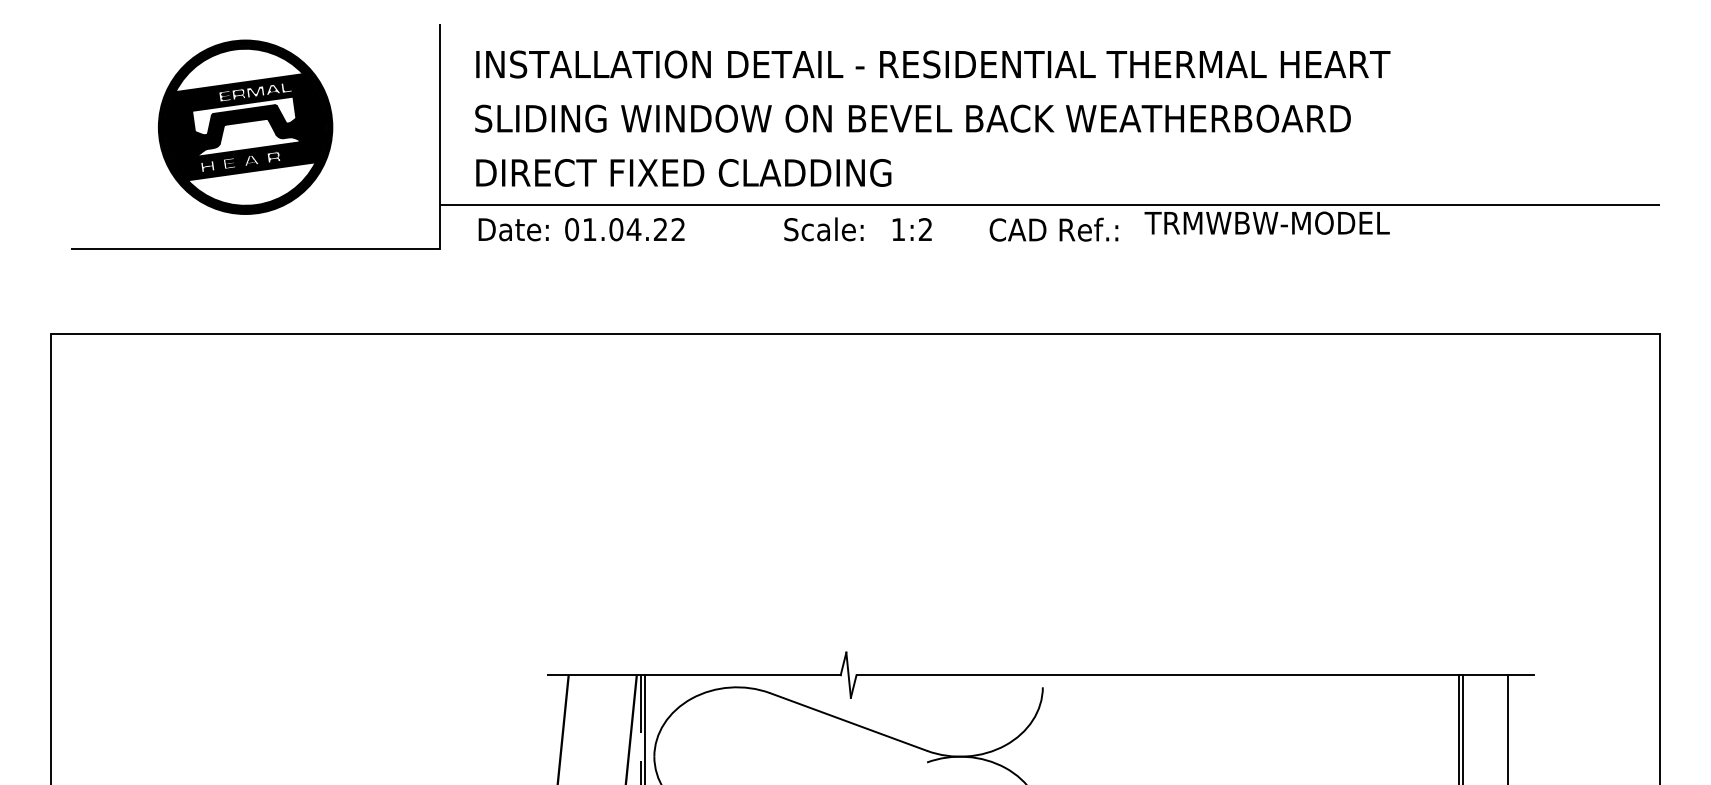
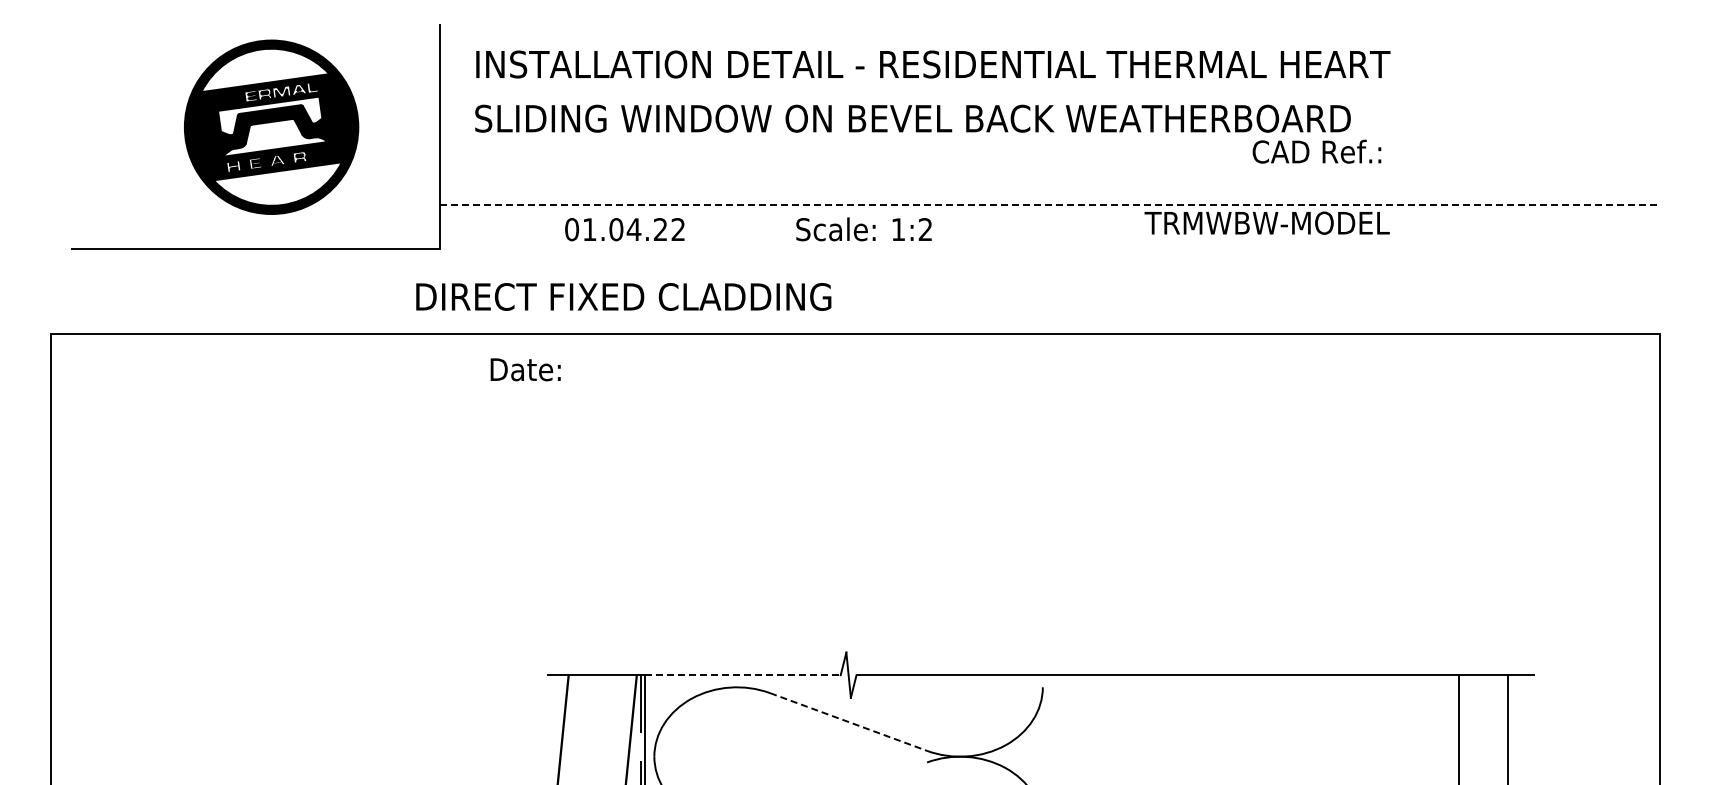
part at (245, 126) position: (245, 126) -> (271, 126)
text at (683, 172) position: (683, 172) -> (623, 296)
line at (1049, 204): solid -> dashed
text at (513, 229) position: (513, 229) -> (525, 369)
text at (823, 229) position: (823, 229) -> (835, 229)
text at (1053, 229) position: (1053, 229) -> (1316, 151)
line at (743, 675): solid -> dashed
line at (848, 722): solid -> dashed
line at (1463, 728): present -> none
